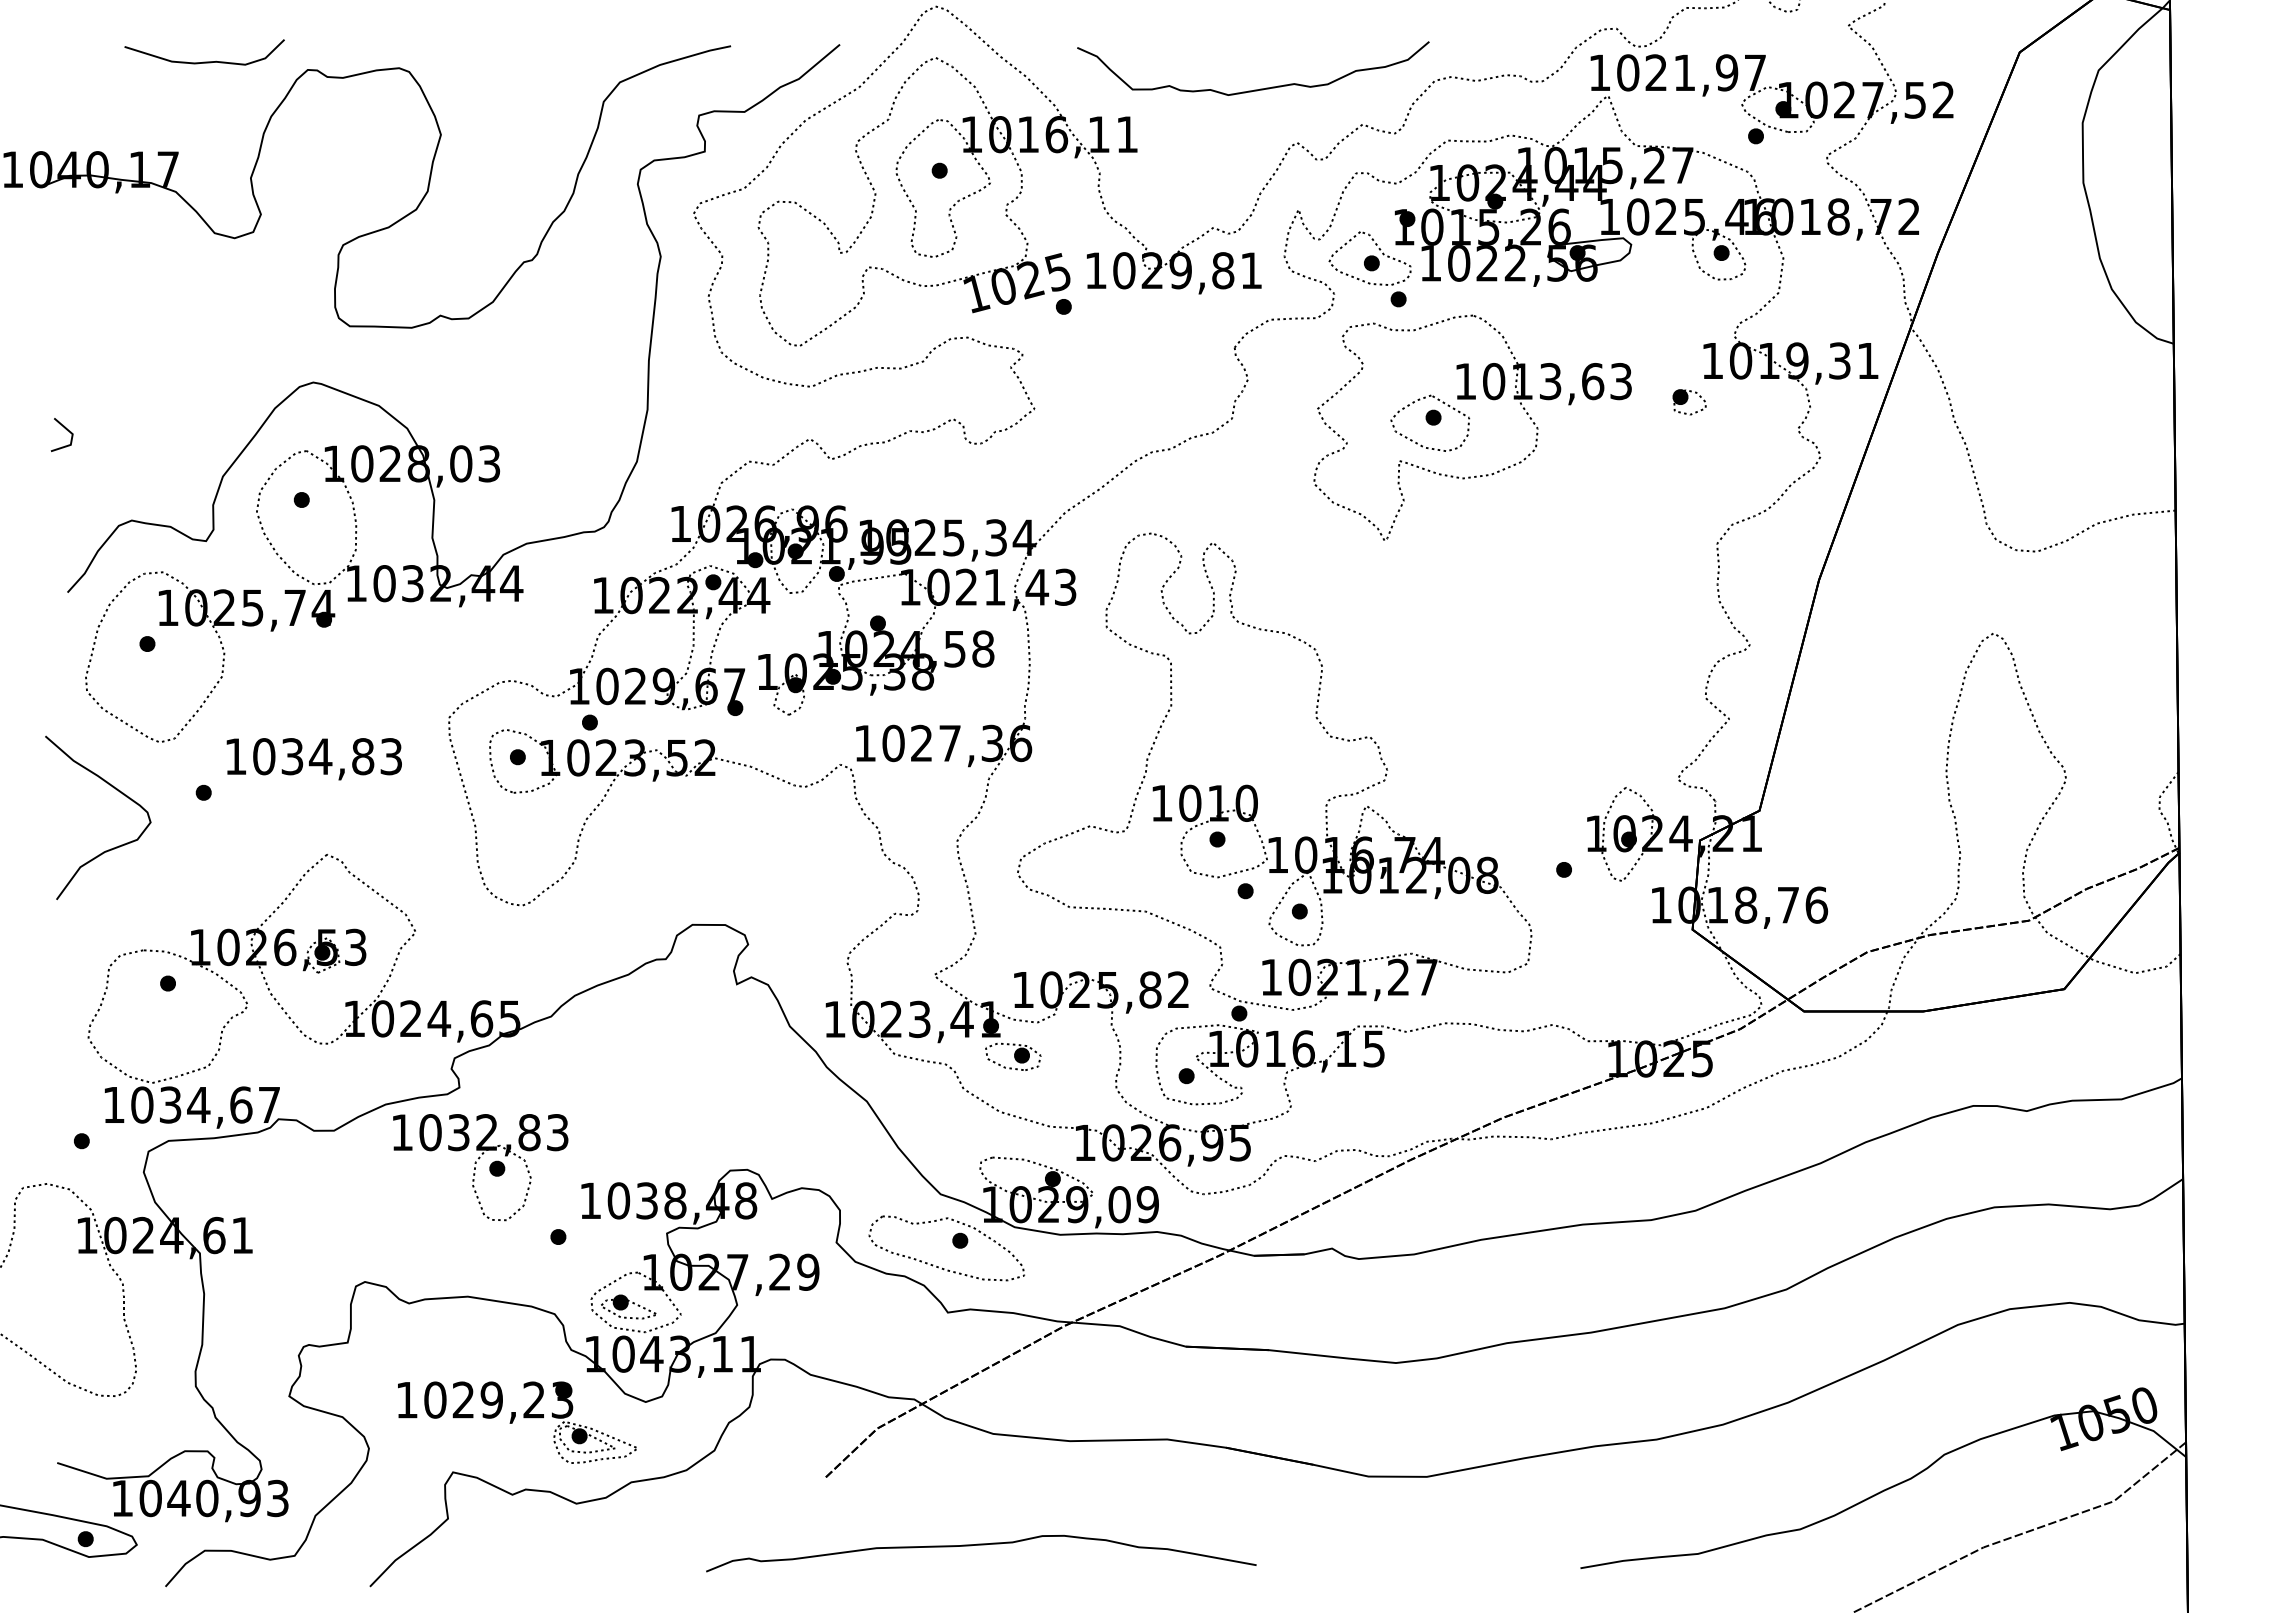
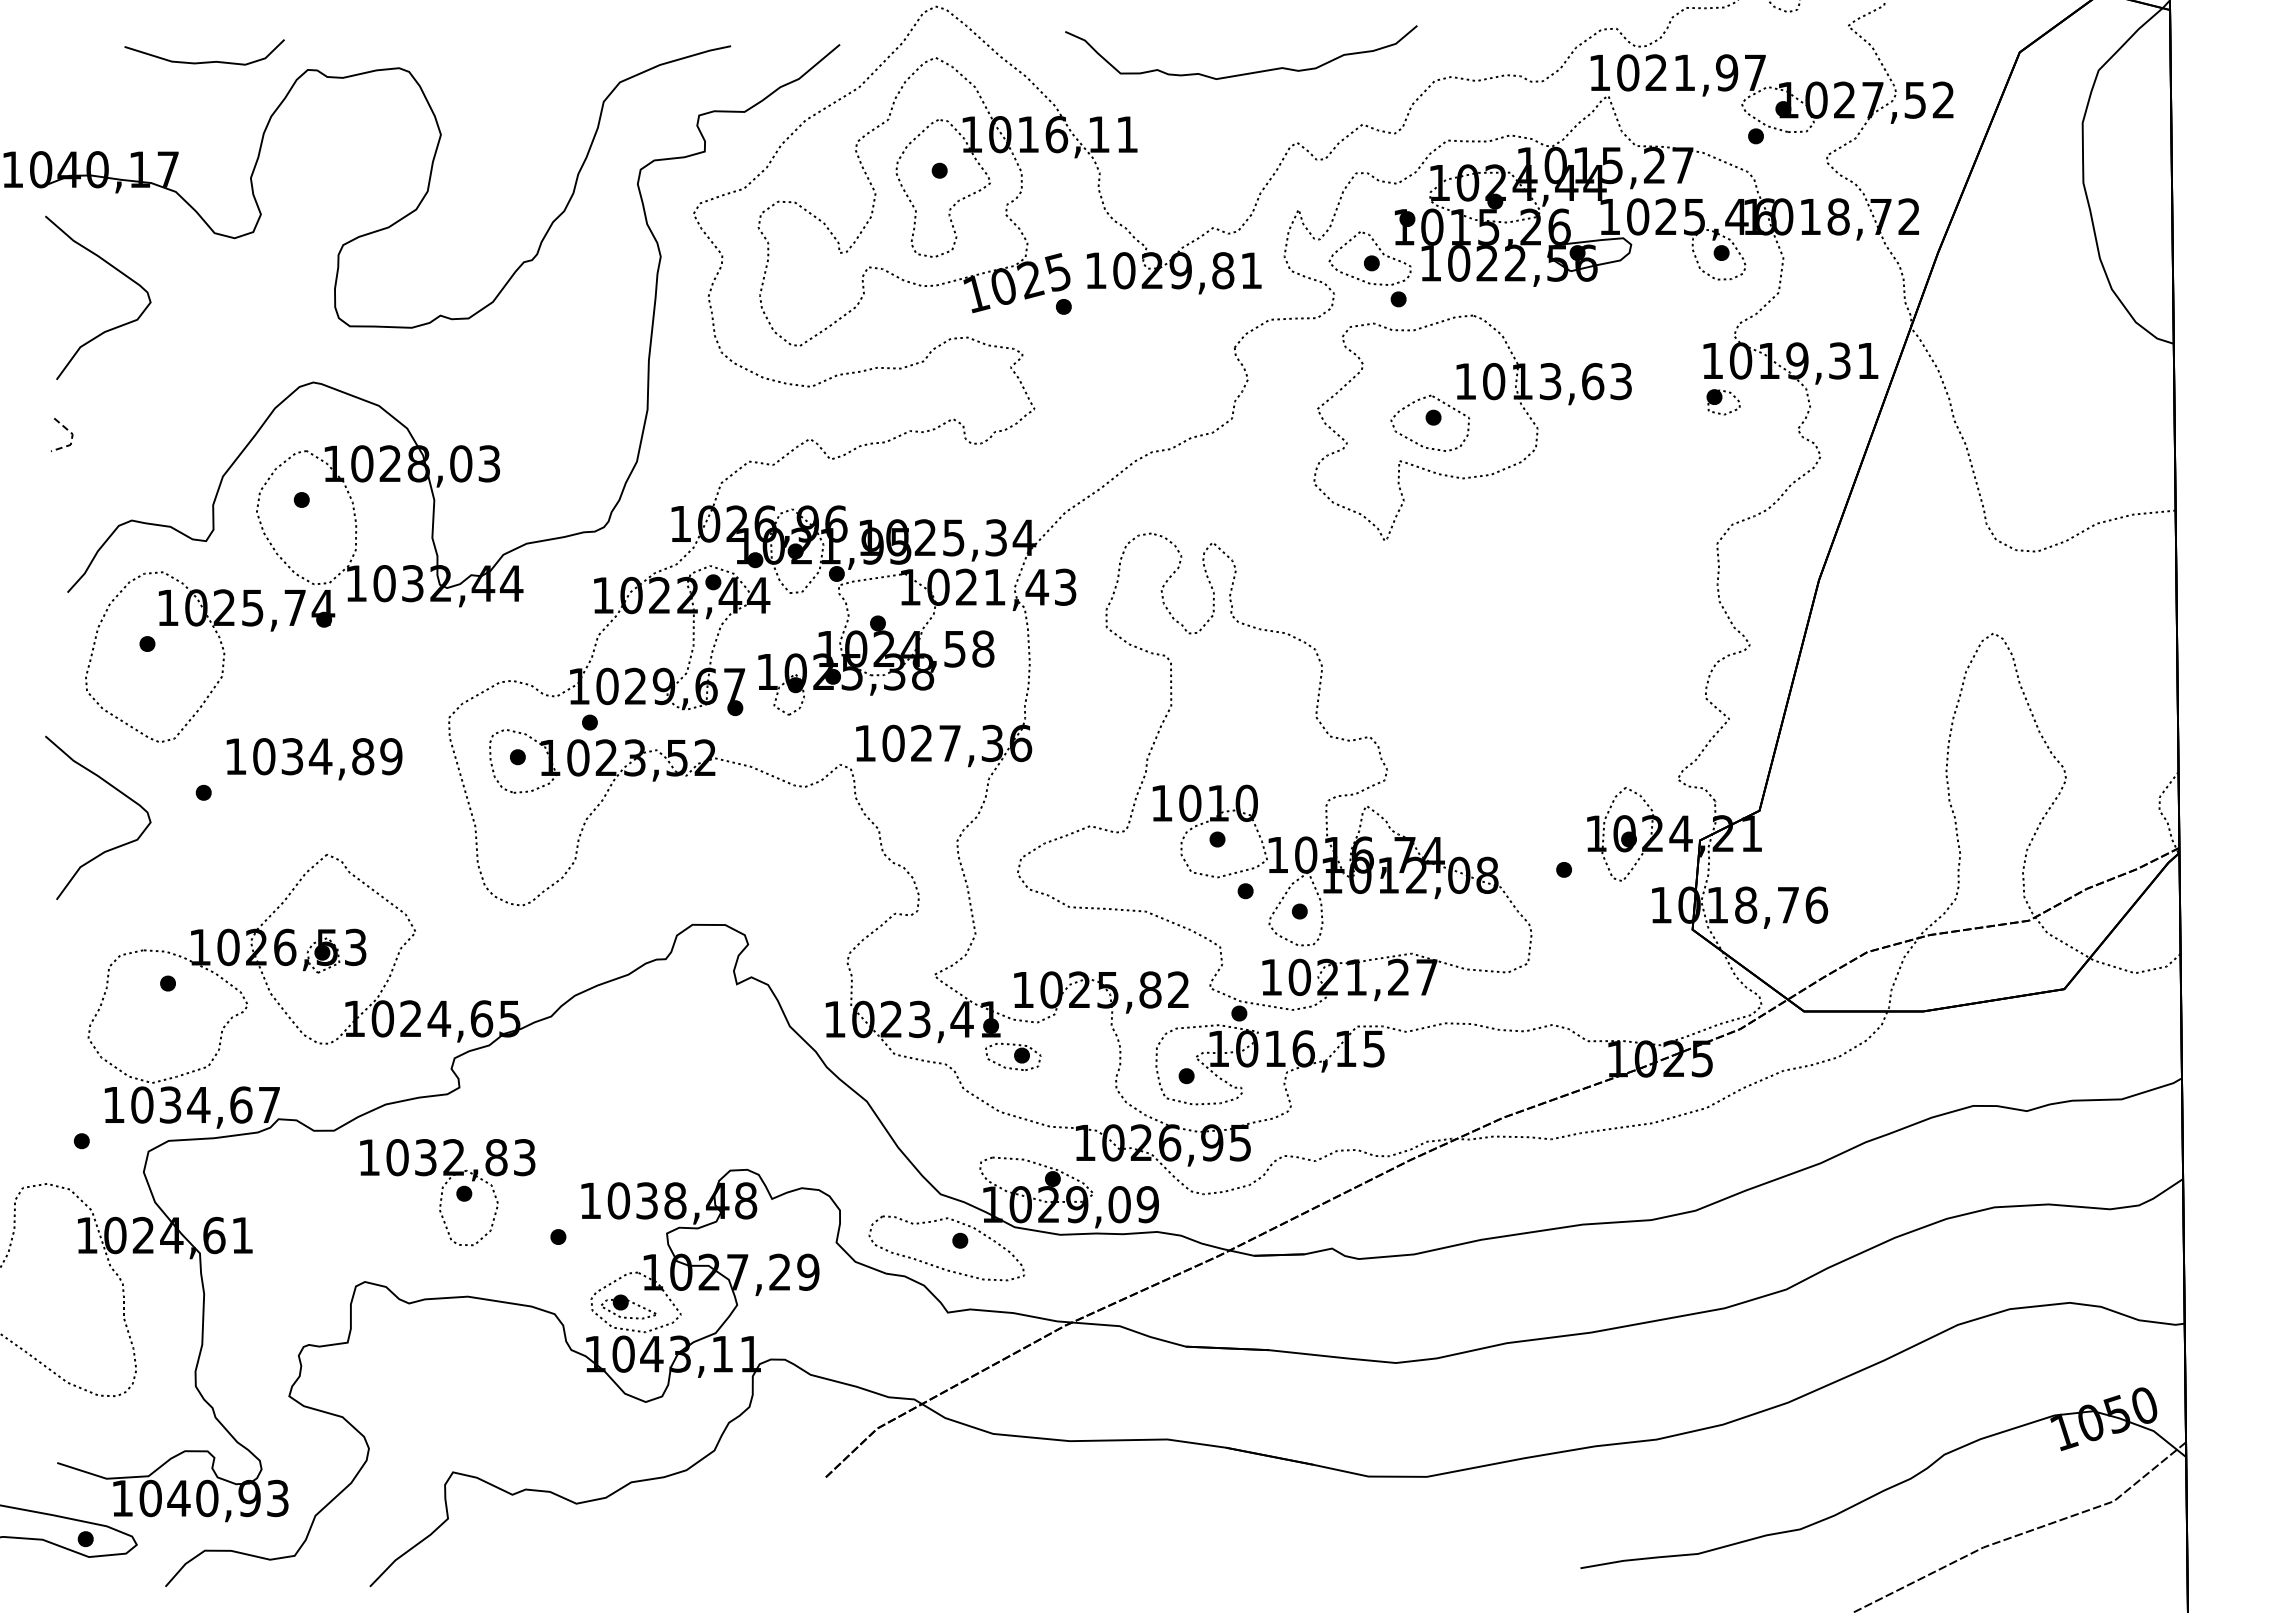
curve at (1254, 89) position: (1254, 89) -> (1242, 73)
curve at (116, 270): none -> present
part at (1689, 402) position: (1689, 402) -> (1723, 402)
line at (72, 438): solid -> dashed
text at (391, 756): 1034,83 -> 1034,89
part at (480, 1167) position: (480, 1167) -> (447, 1192)
part at (517, 1422): present -> none
curve at (981, 1545): present -> none
